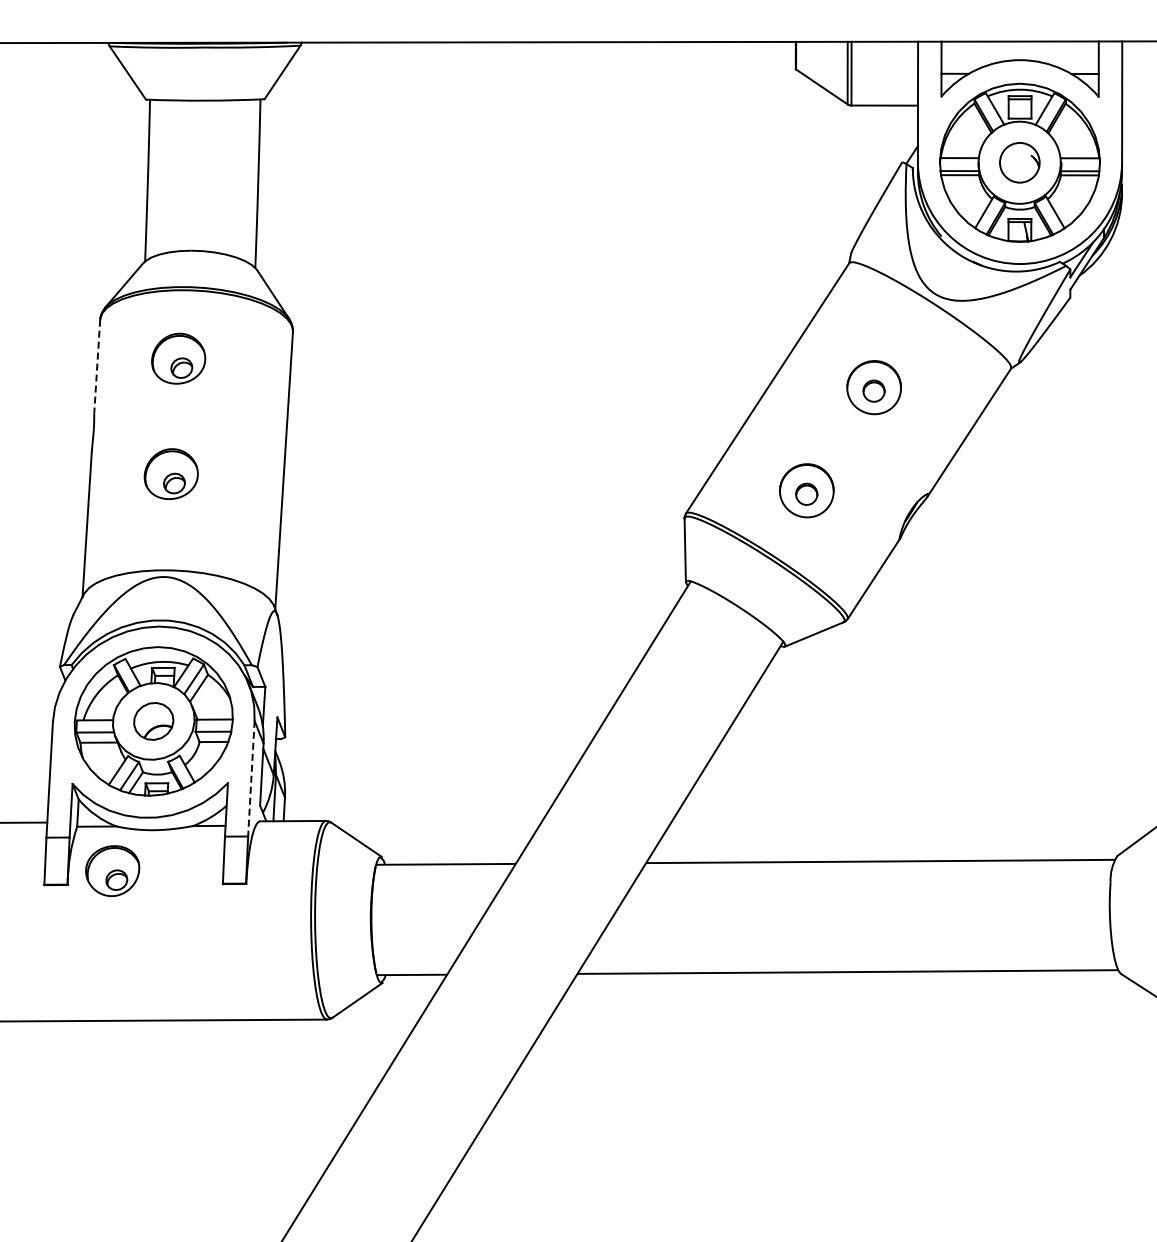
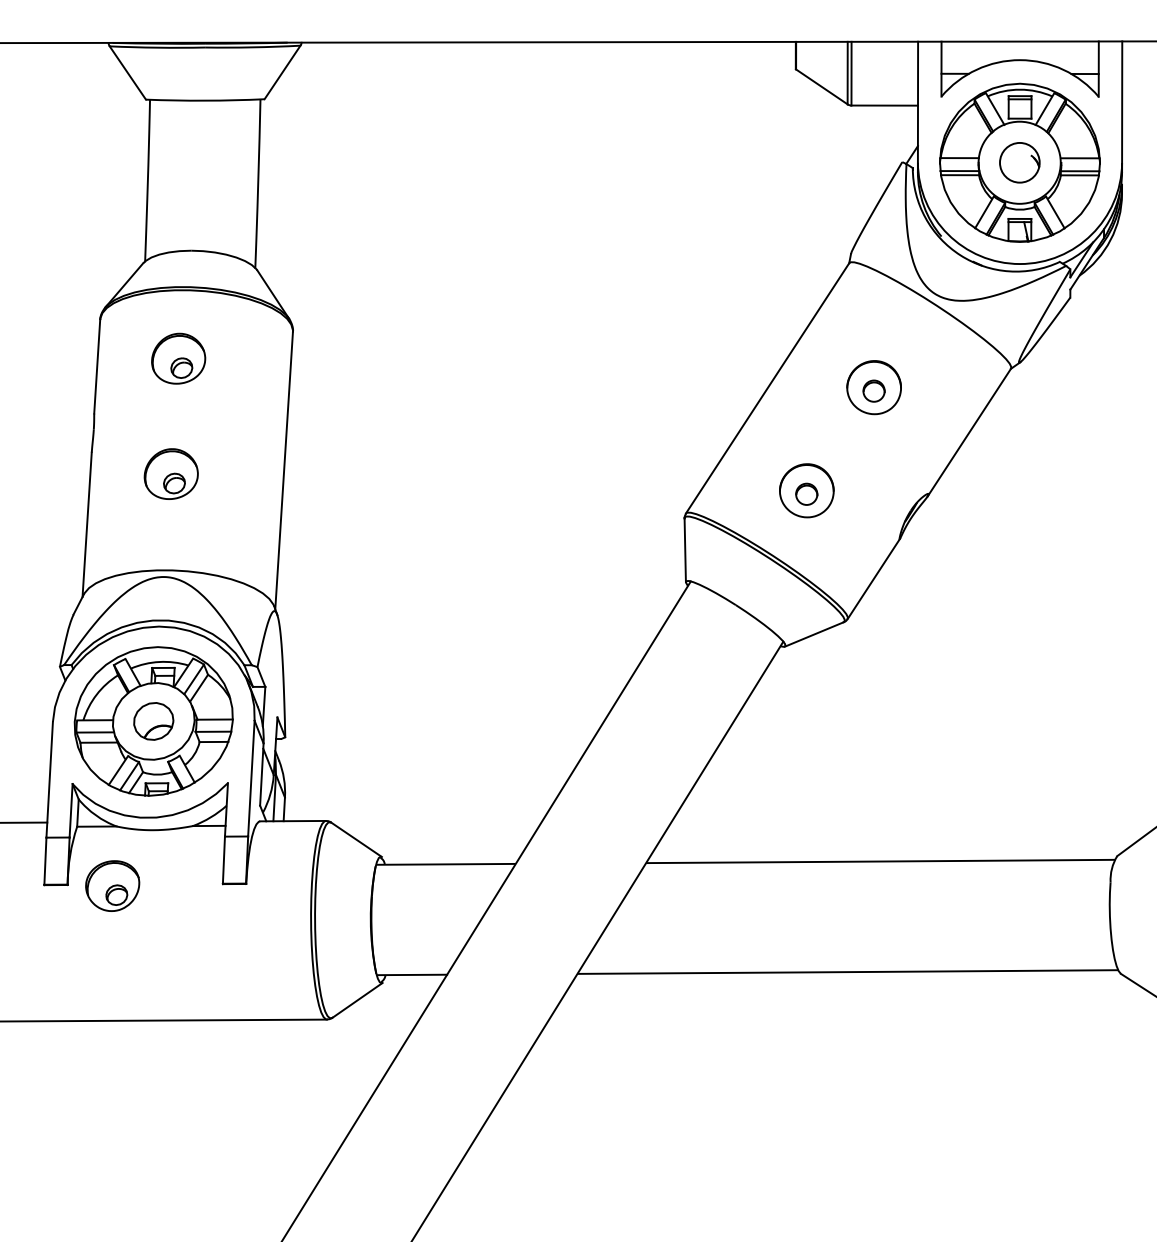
line at (97, 367): dashed -> solid
line at (251, 778): dashed -> solid
part at (112, 870) position: (112, 870) -> (112, 885)
